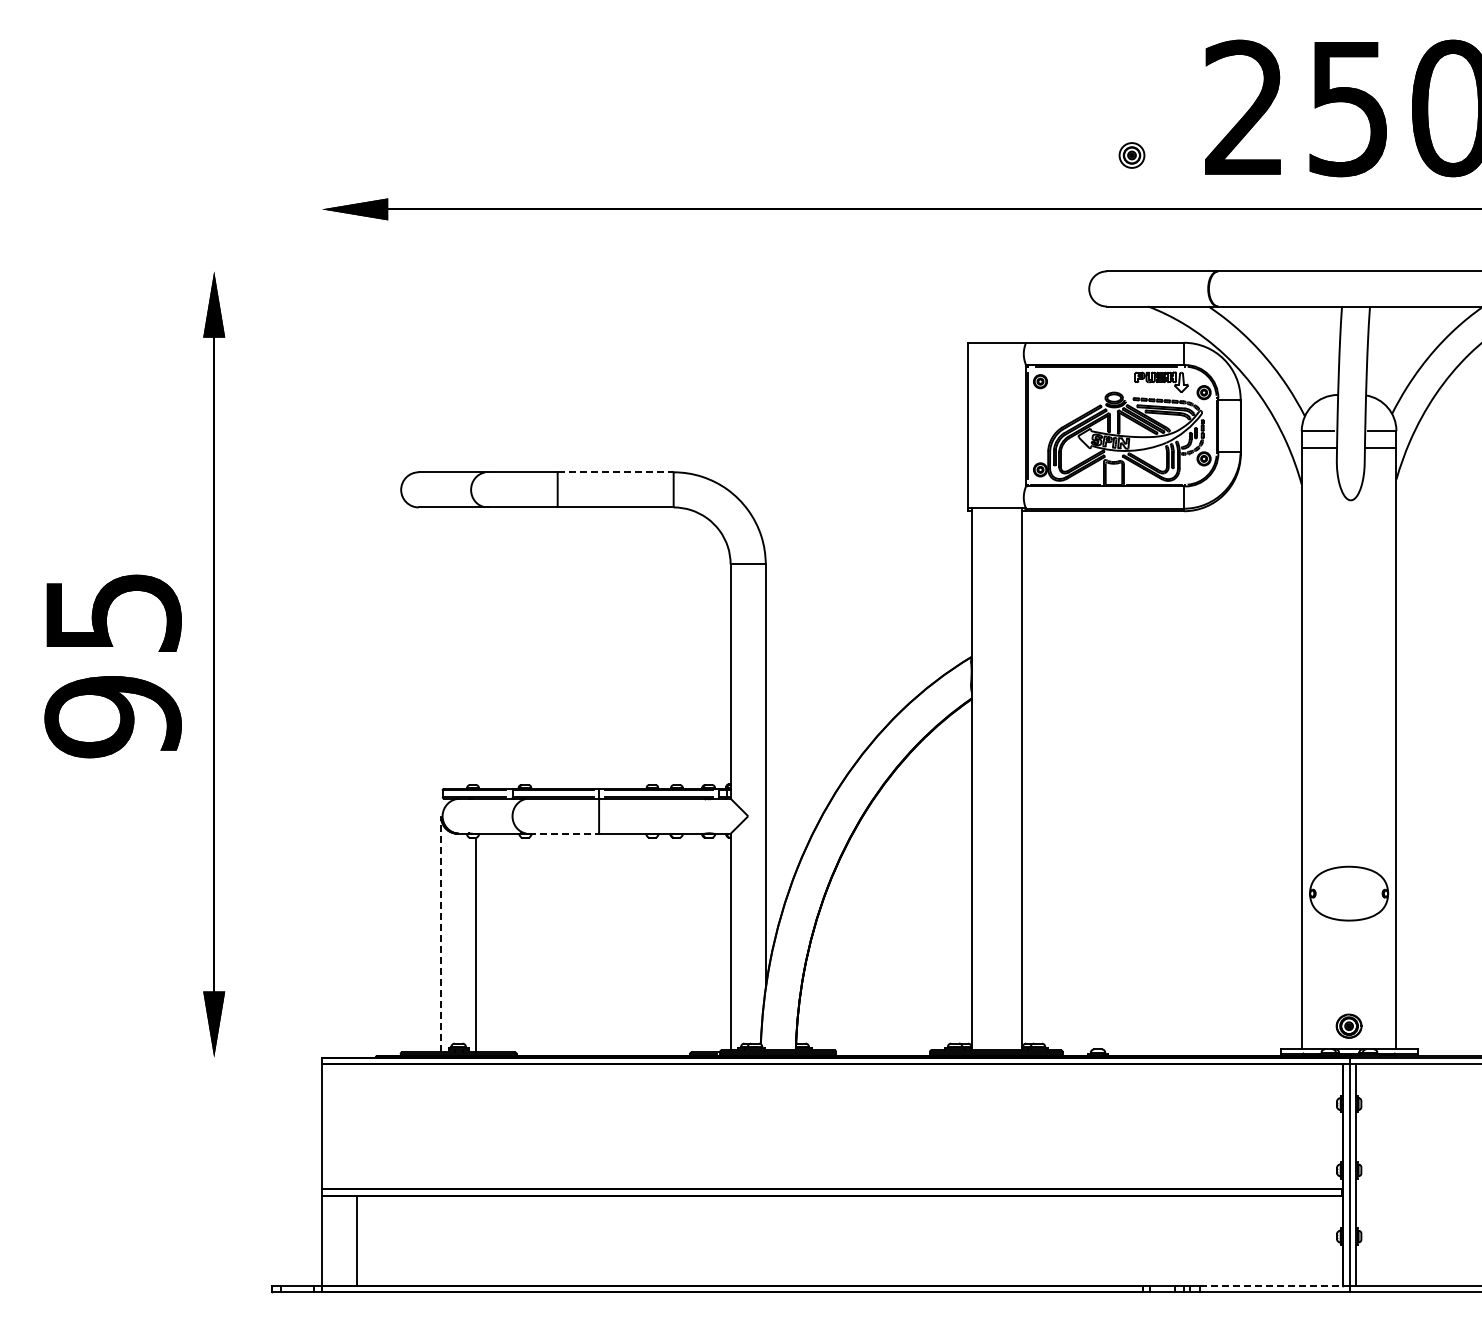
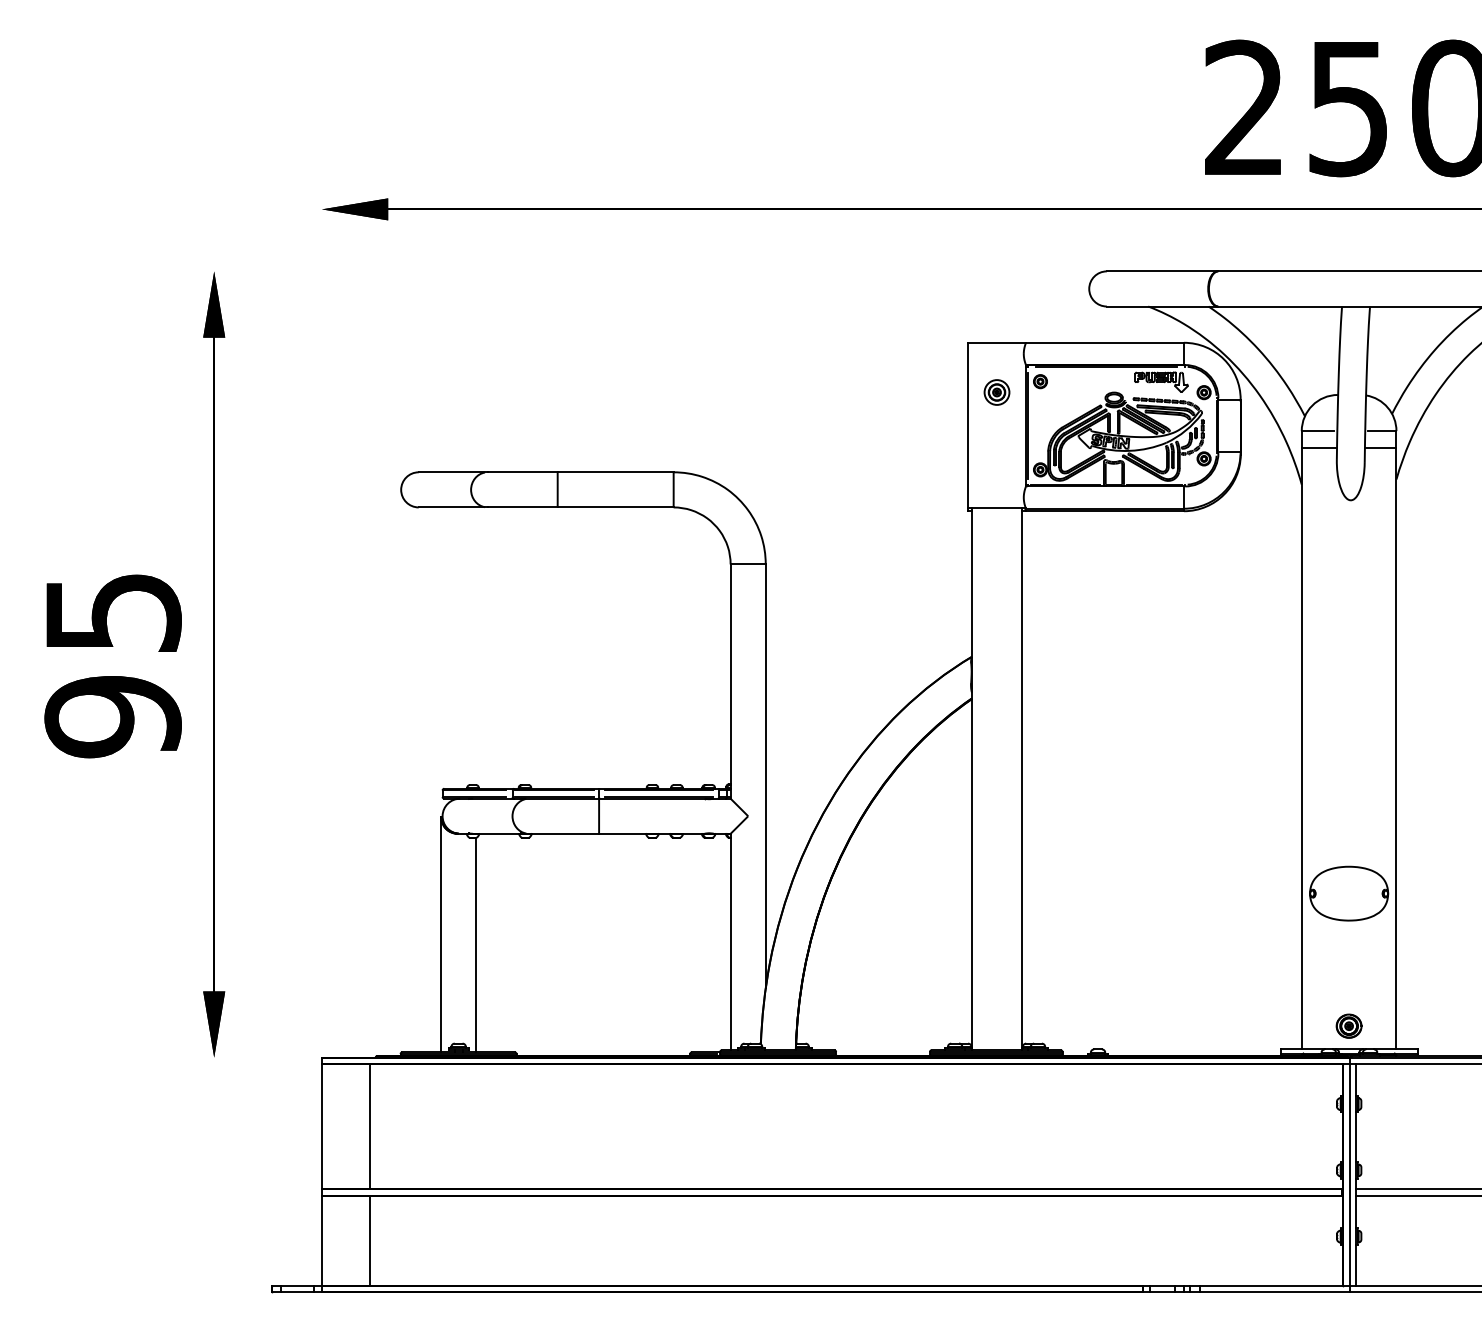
part at (1131, 155) position: (1131, 155) -> (996, 392)
line at (615, 472): dashed -> solid
line at (564, 833): dashed -> solid
line at (441, 934): dashed -> solid
line at (369, 1126): none -> present
line at (1417, 1189): none -> present
line at (1417, 1196): none -> present
line at (356, 1240) position: (356, 1240) -> (369, 1240)
line at (1271, 1285): dashed -> solid
